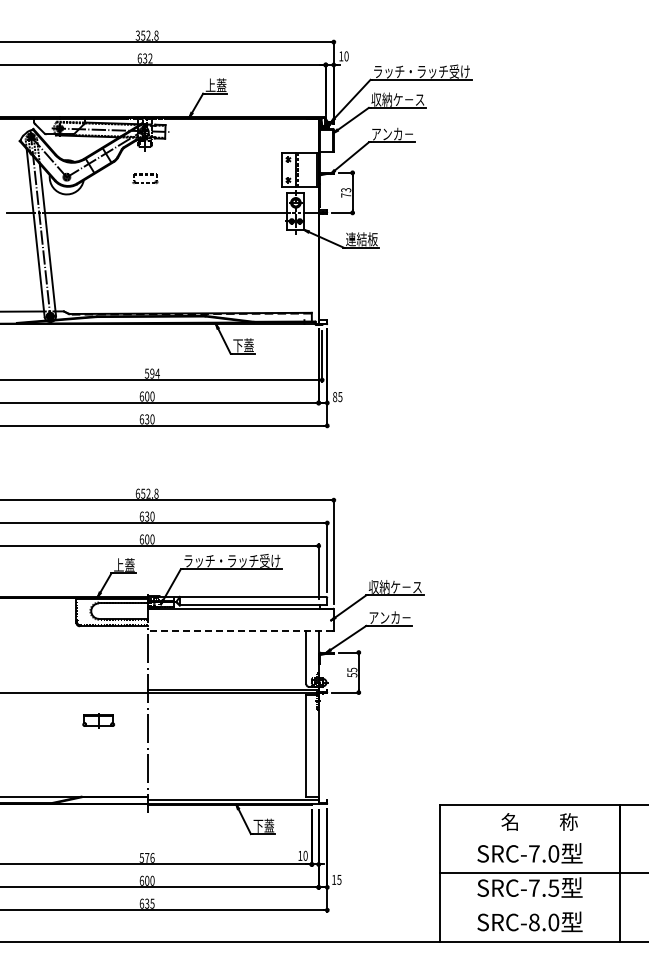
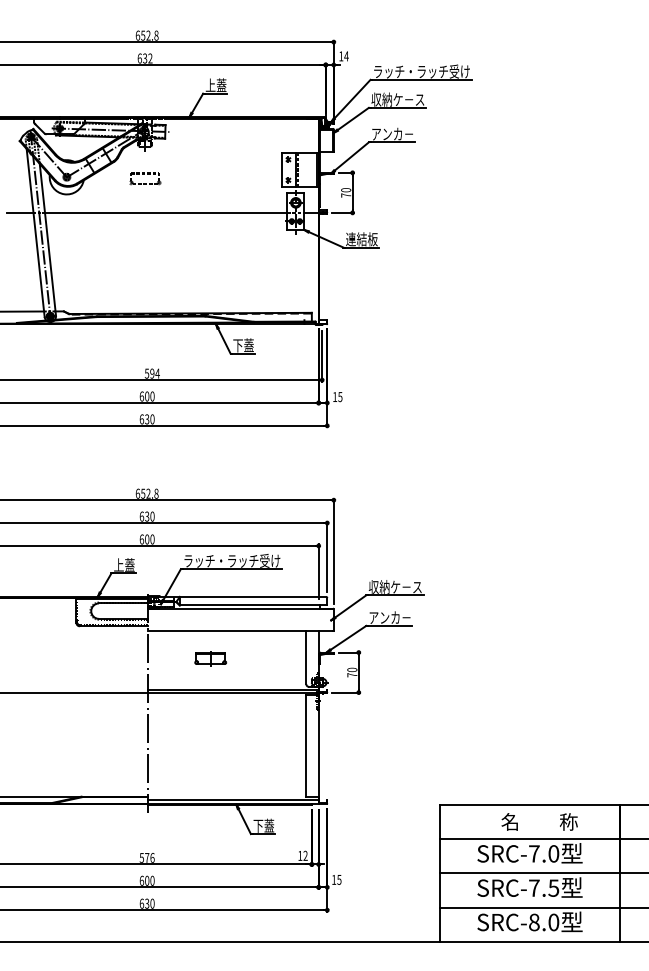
text at (137, 35): 352.8 -> 652.8
text at (346, 56): 10 -> 14
part at (145, 178) size: 27x12 px -> 33x14 px
text at (346, 190): 73 -> 70
text at (335, 397): 85 -> 15
line at (240, 631): dashed -> solid
text at (352, 672): 55 -> 70
part at (98, 720) position: (98, 720) -> (210, 658)
line at (542, 838): none -> present
text at (305, 855): 10 -> 12
text at (152, 903): 635 -> 630
line at (542, 907): none -> present
